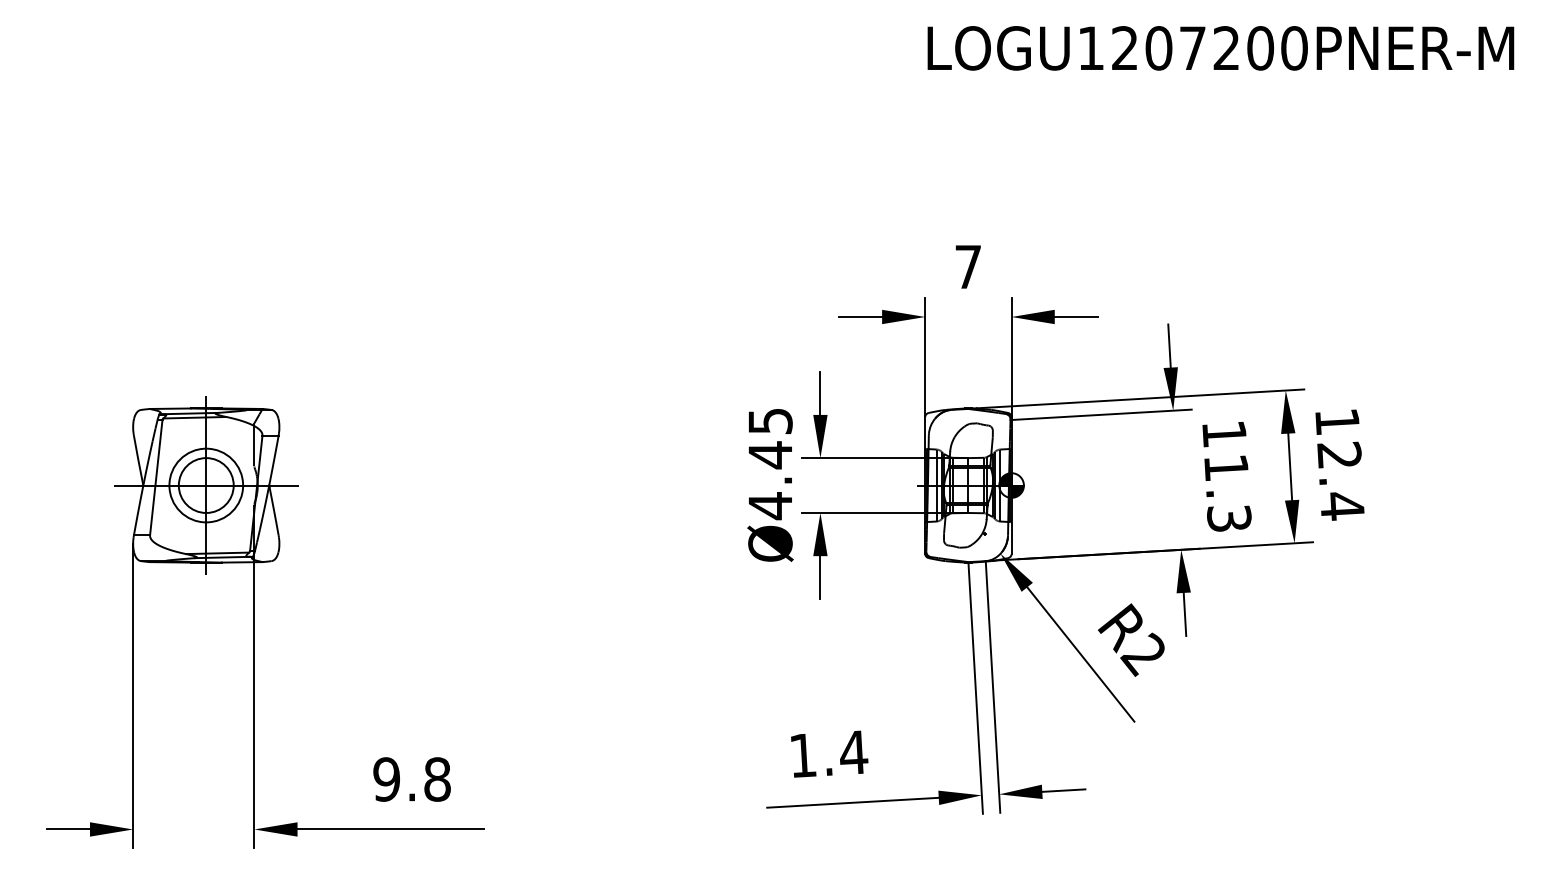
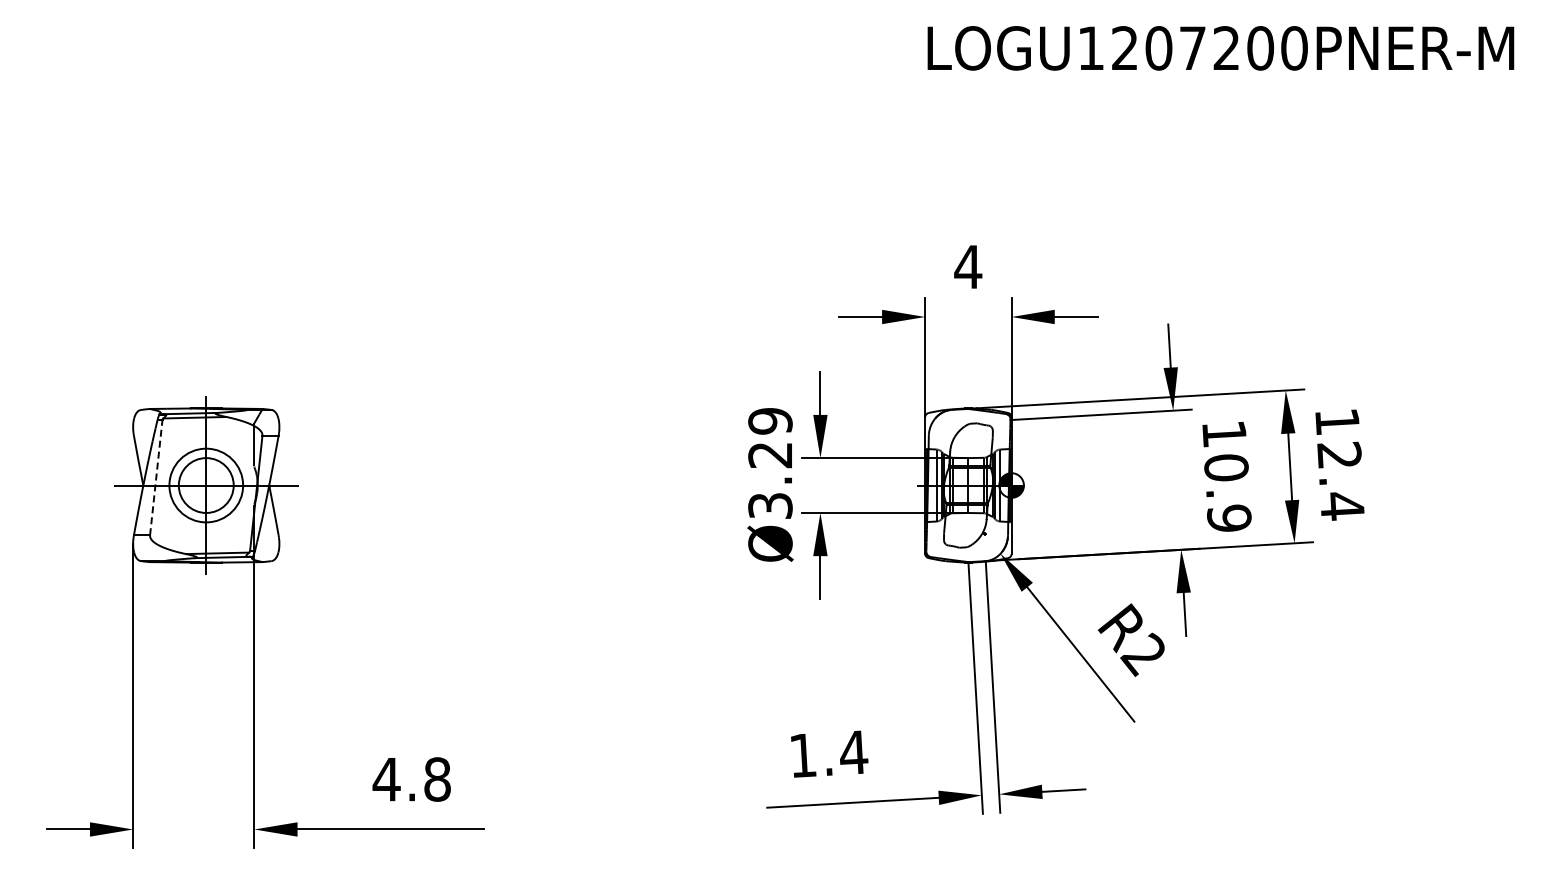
text at (968, 266): 7 -> 4
text at (770, 464): Ø4.45 -> Ø3.29
line at (156, 477): solid -> dashed
text at (1227, 492): 11.3 -> 10.9
text at (386, 779): 9.8 -> 4.8
